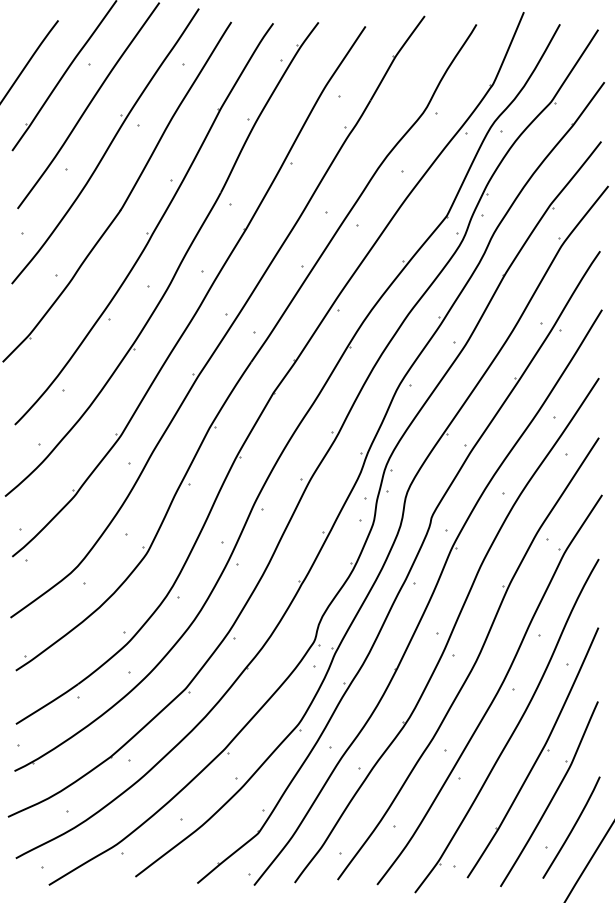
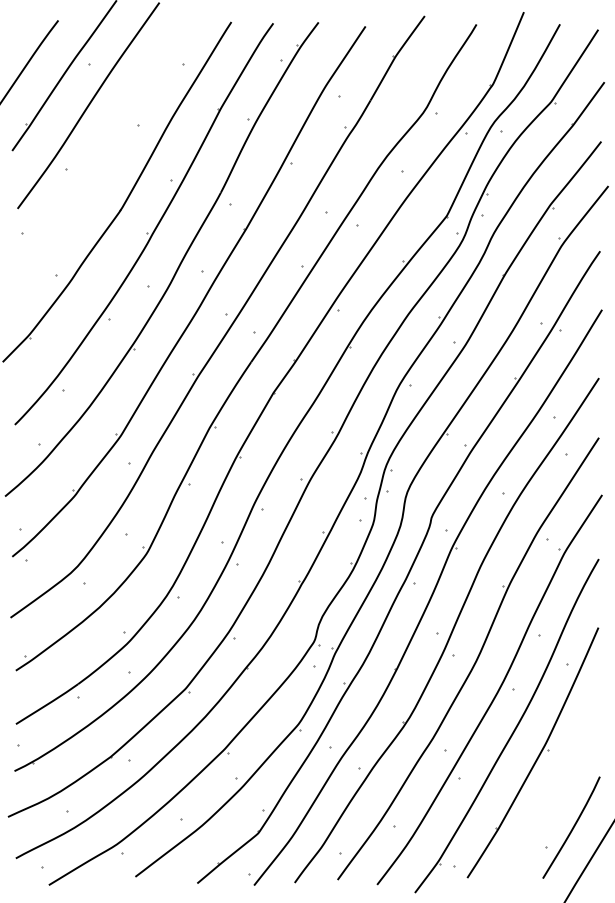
part at (105, 146): present -> none
part at (549, 794): present -> none
